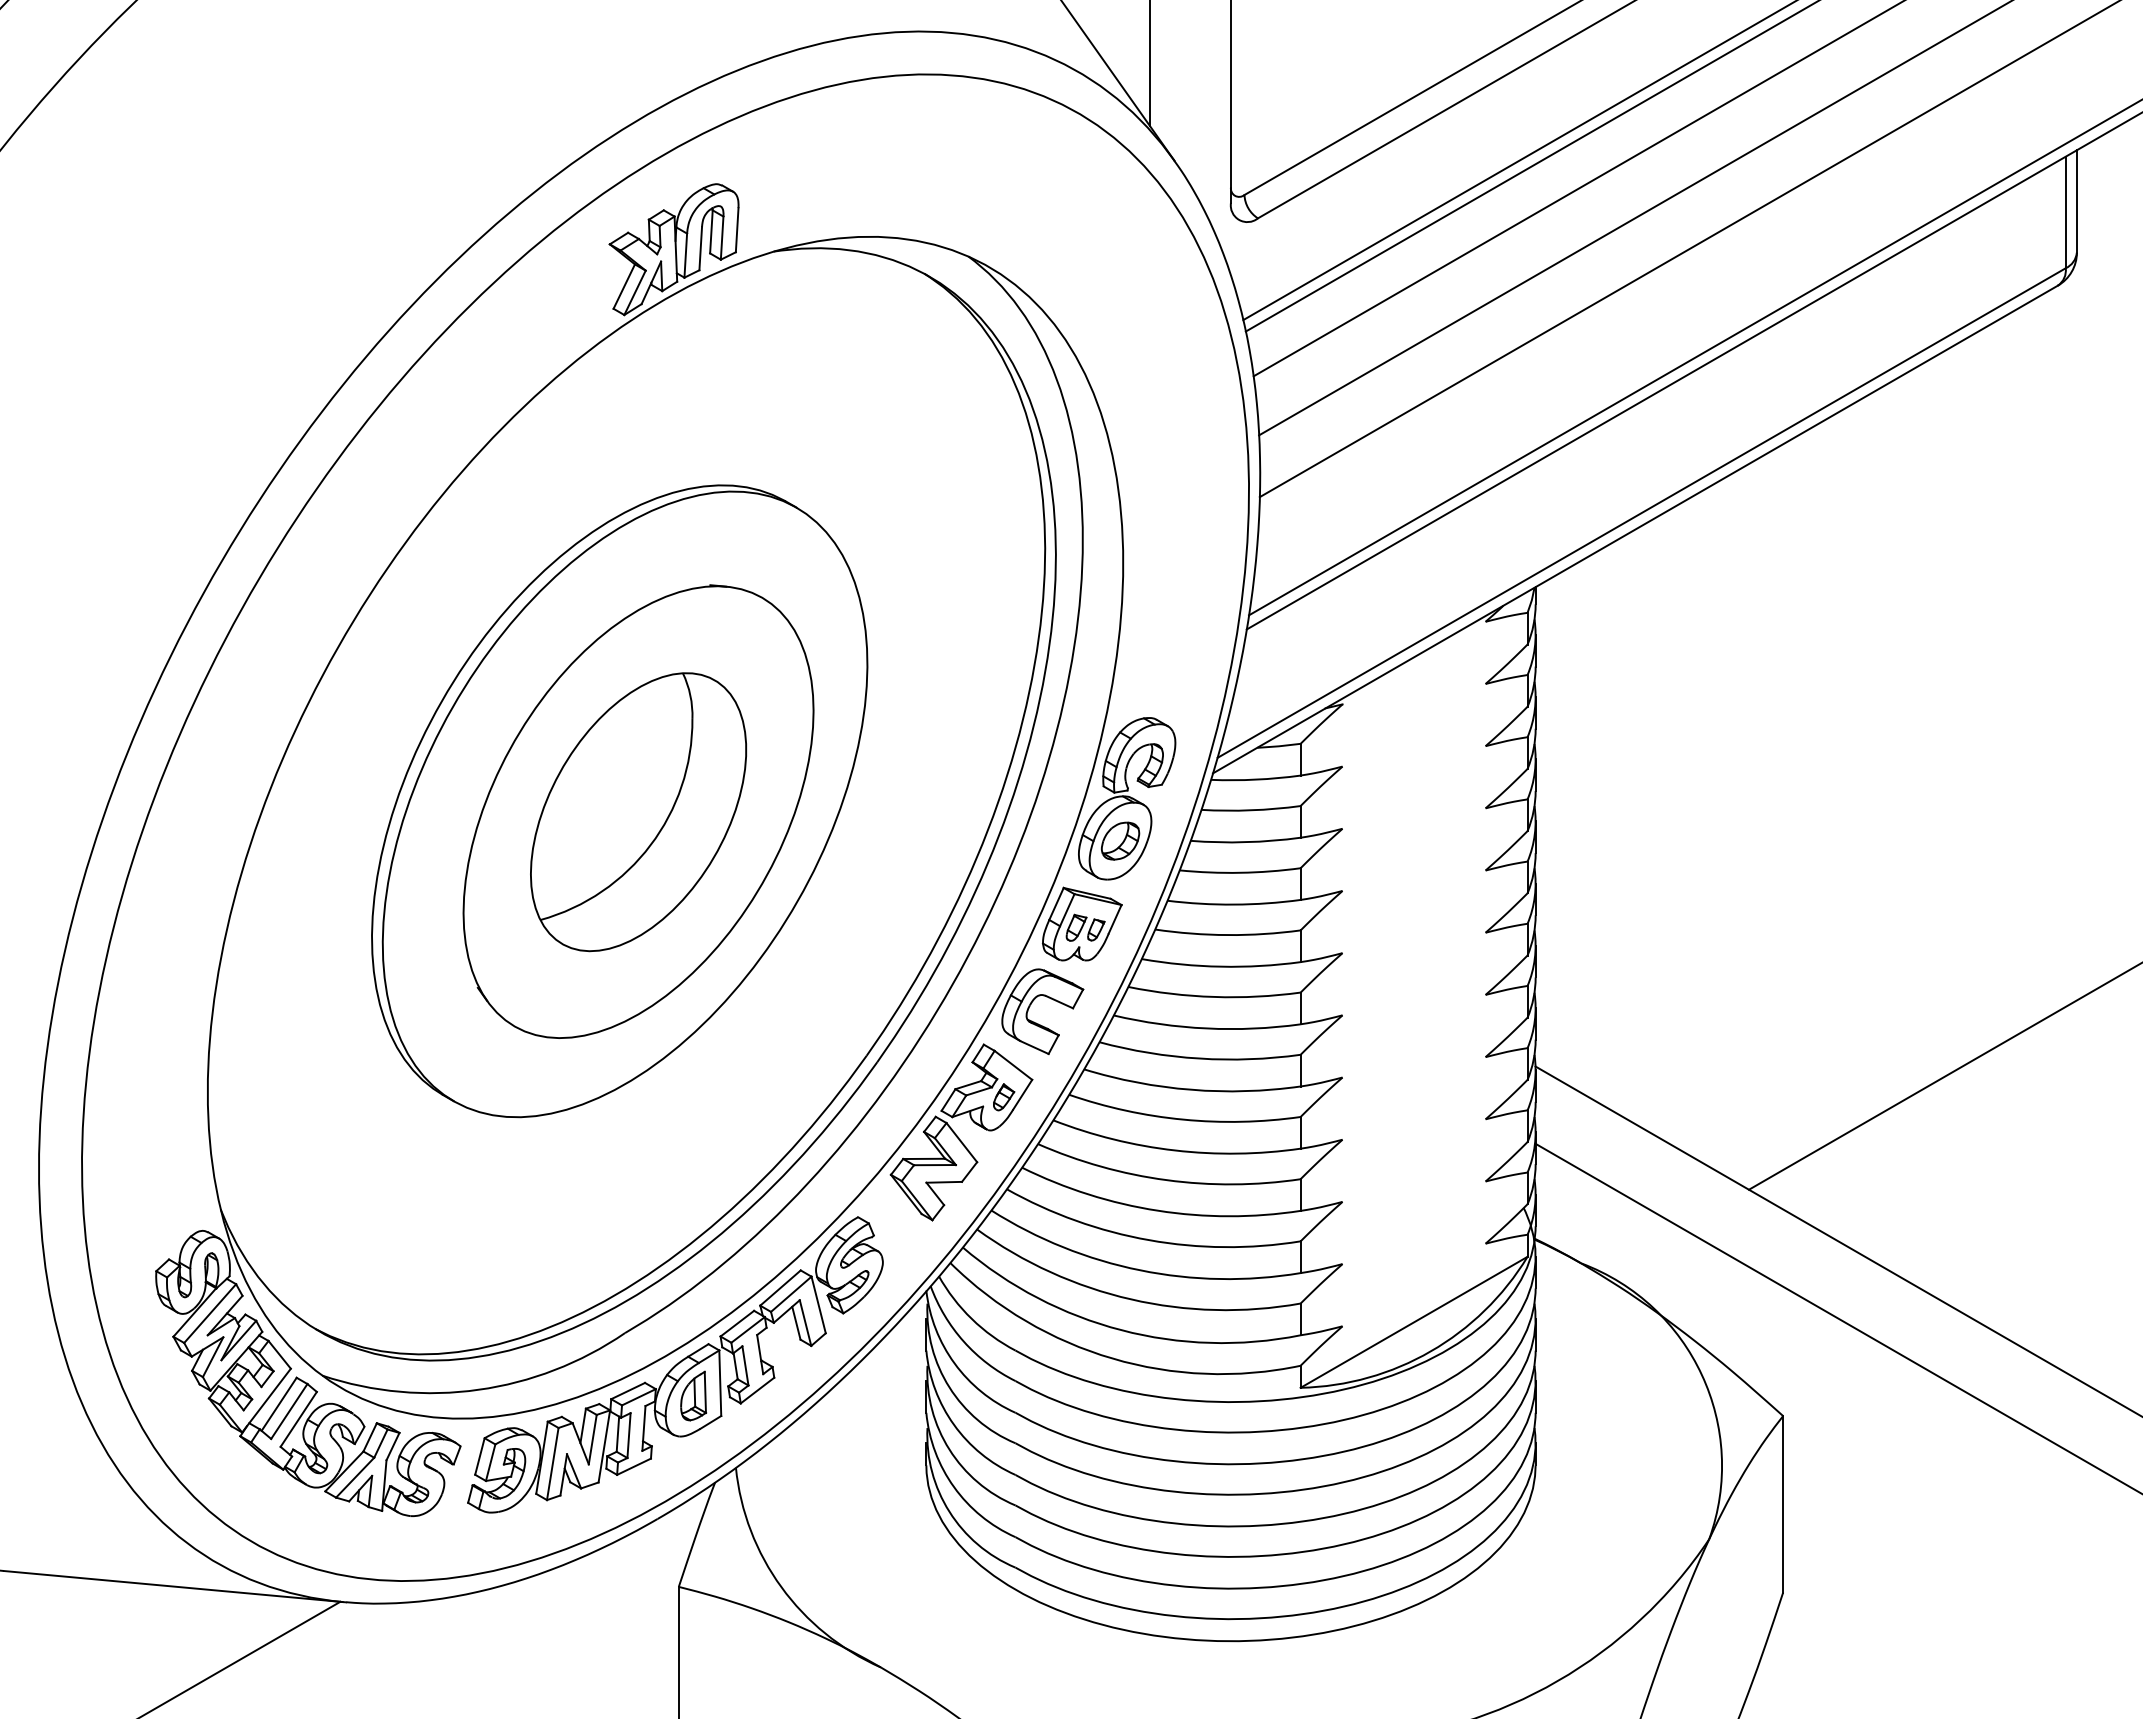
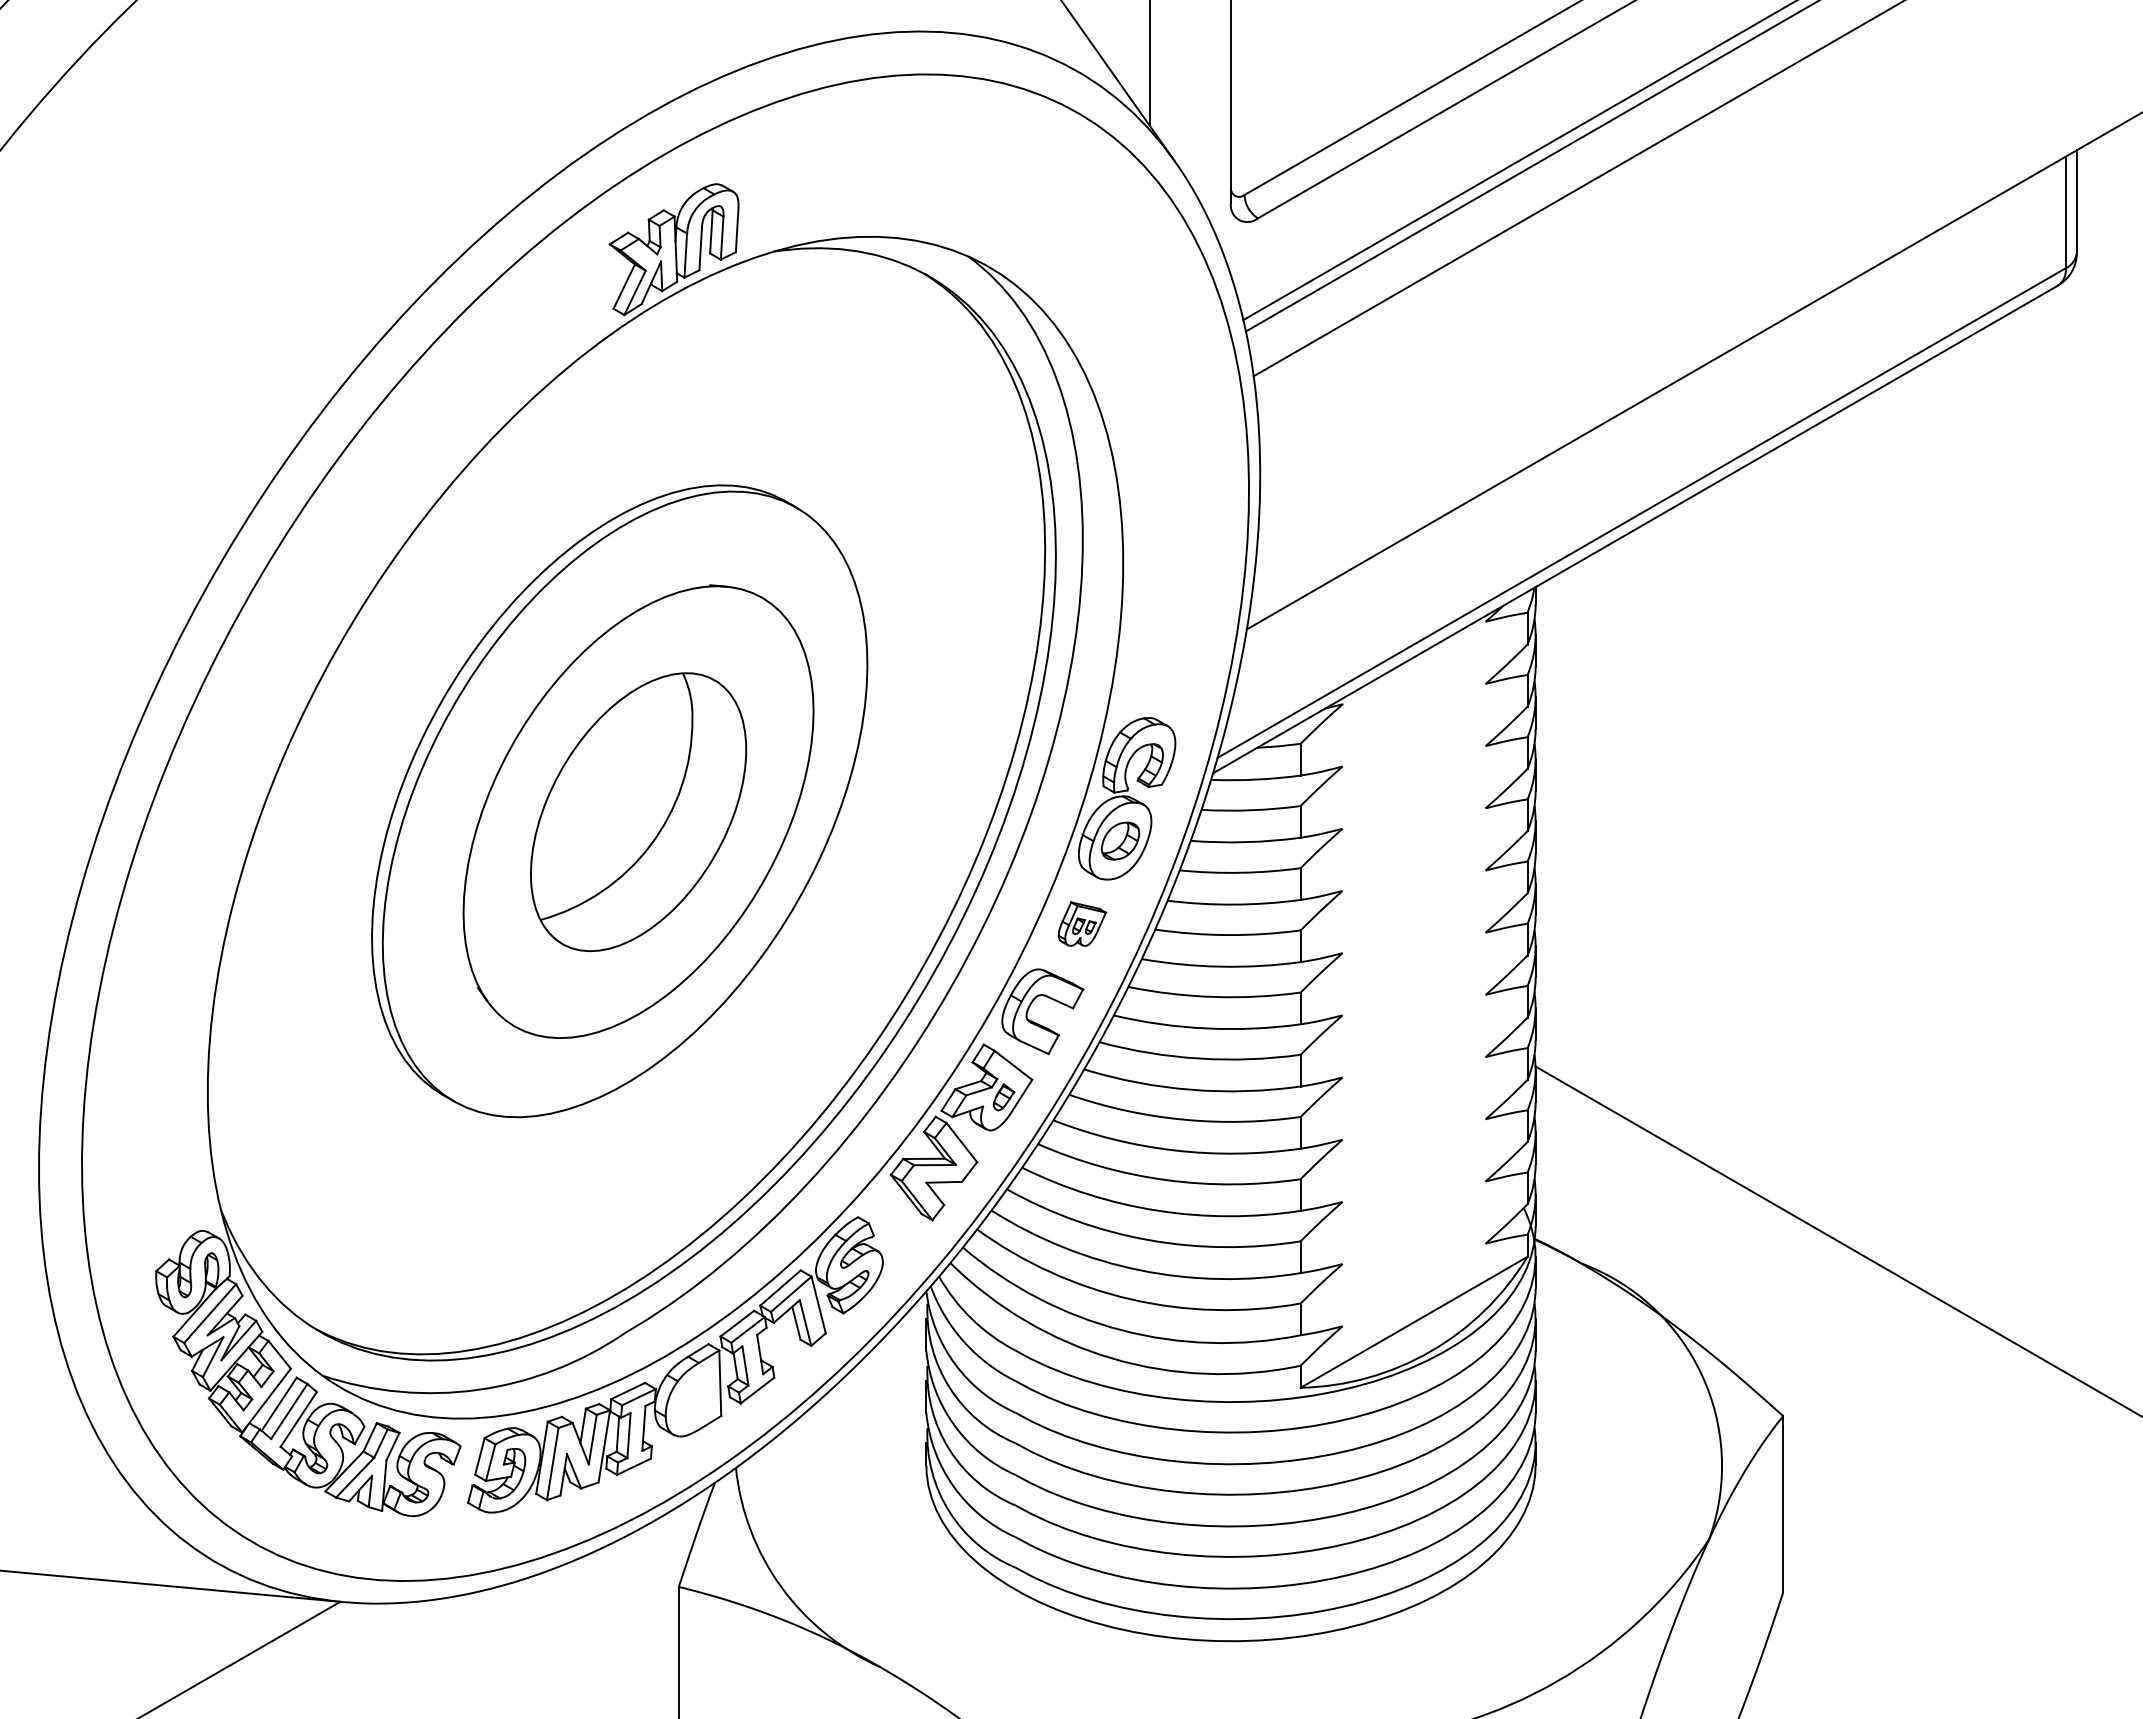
line at (1634, 218): present -> none
line at (1688, 249): present -> none
line at (1694, 358): present -> none
part at (1082, 923) size: 81x76 px -> 51x46 px
line at (1943, 1076): present -> none
line at (1837, 1317): present -> none
part at (693, 1395): present -> none
